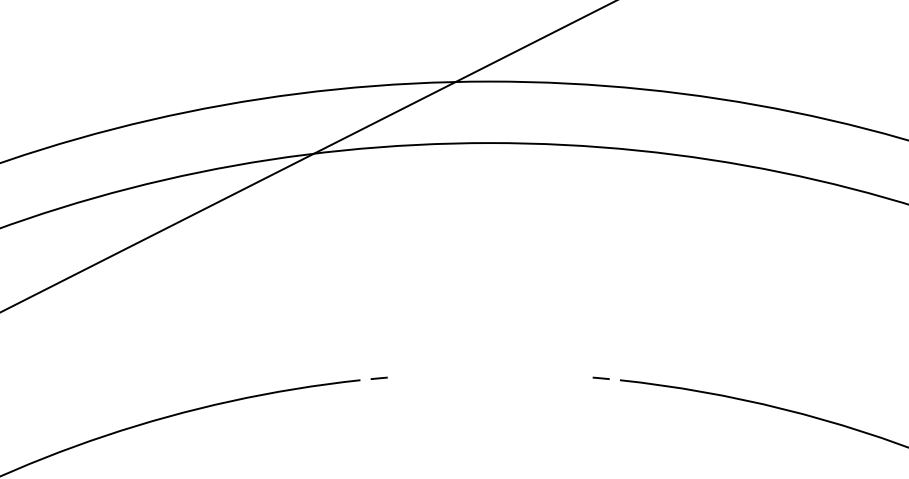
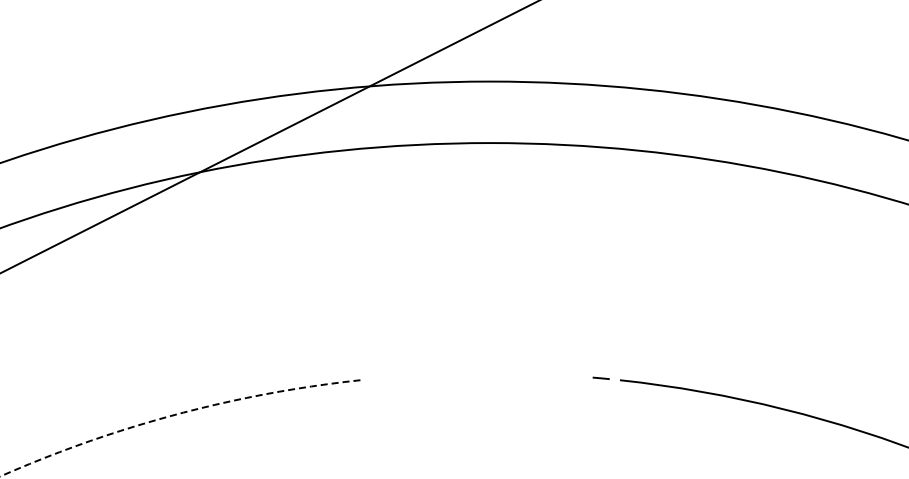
line at (307, 156) position: (307, 156) -> (269, 137)
line at (378, 377): present -> none
arc at (175, 414): solid -> dashed
